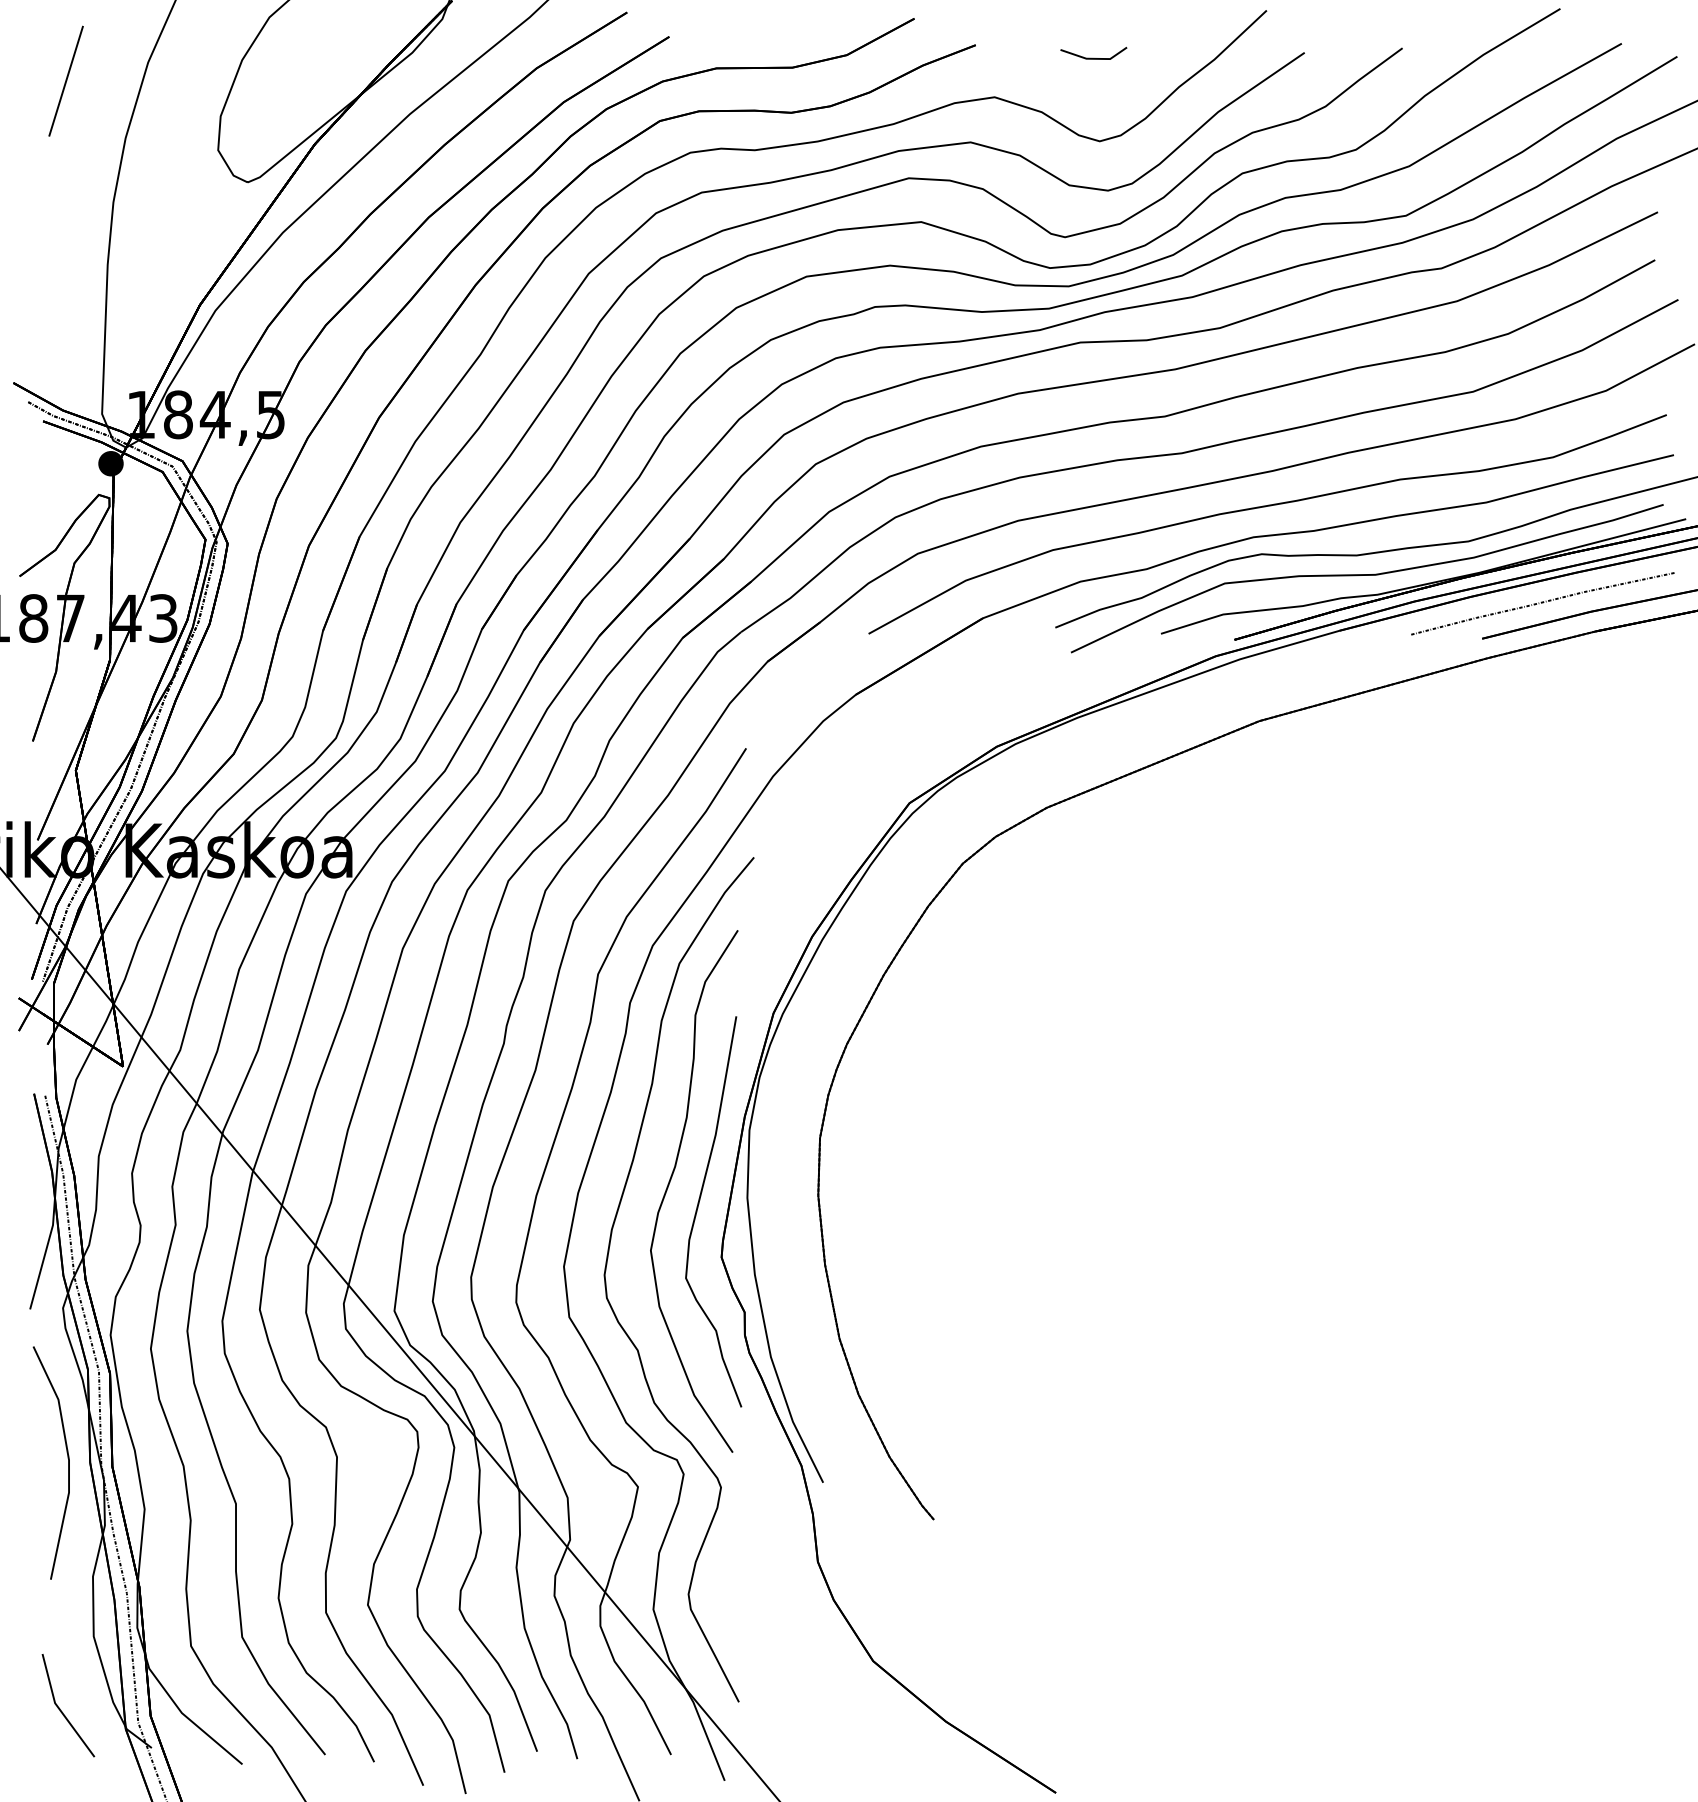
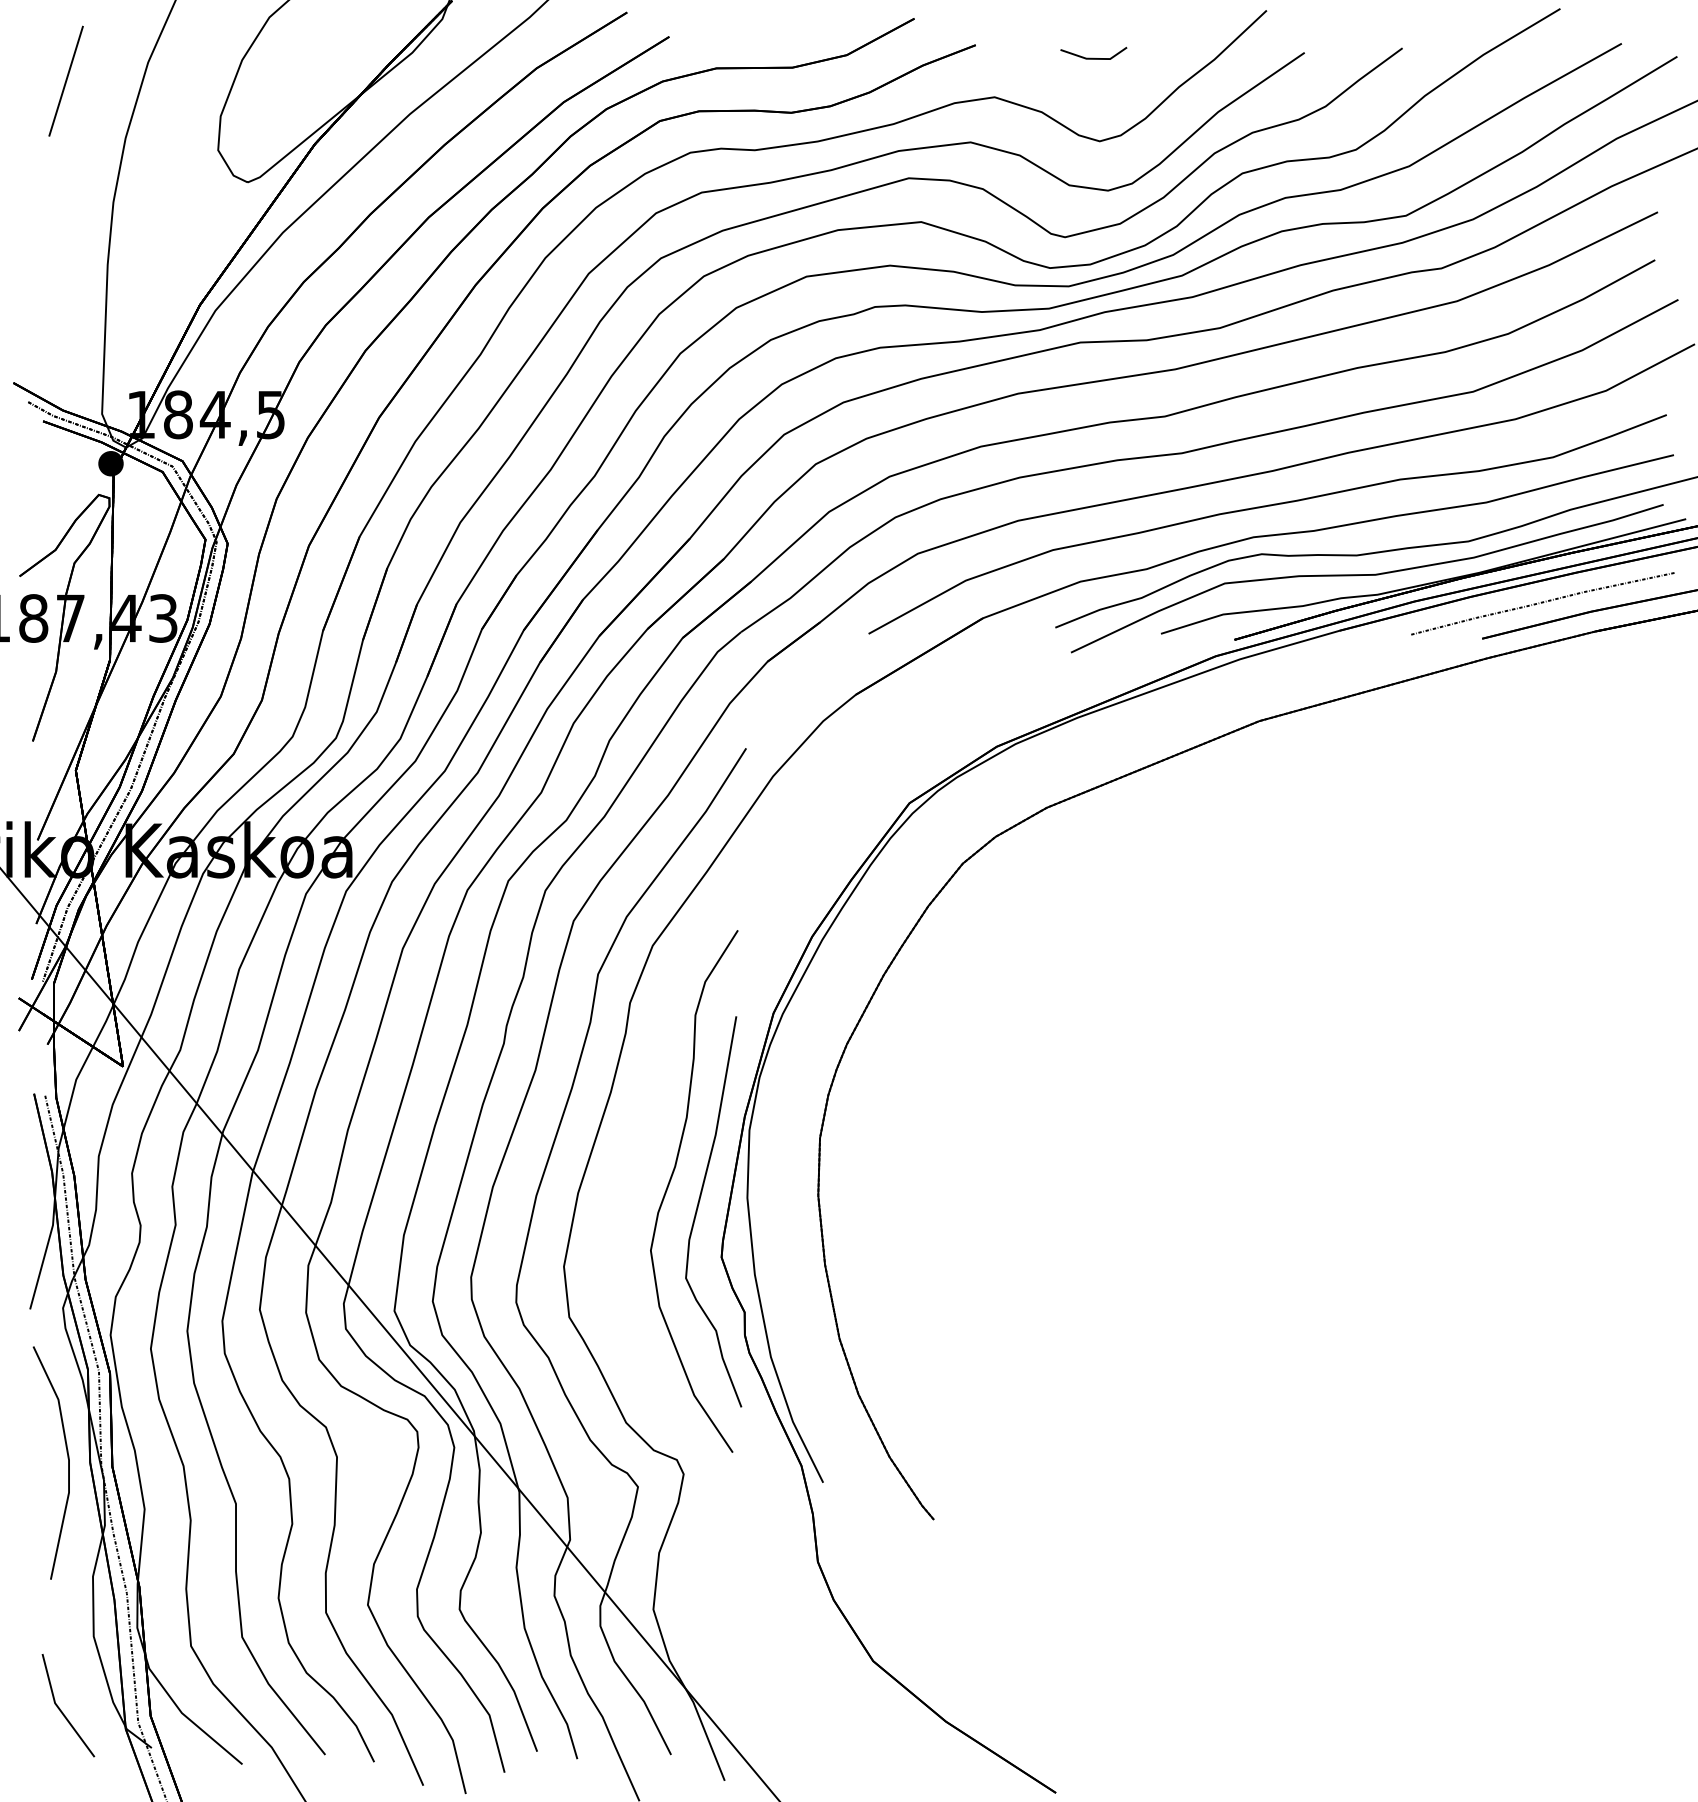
part at (614, 1311): present -> none
